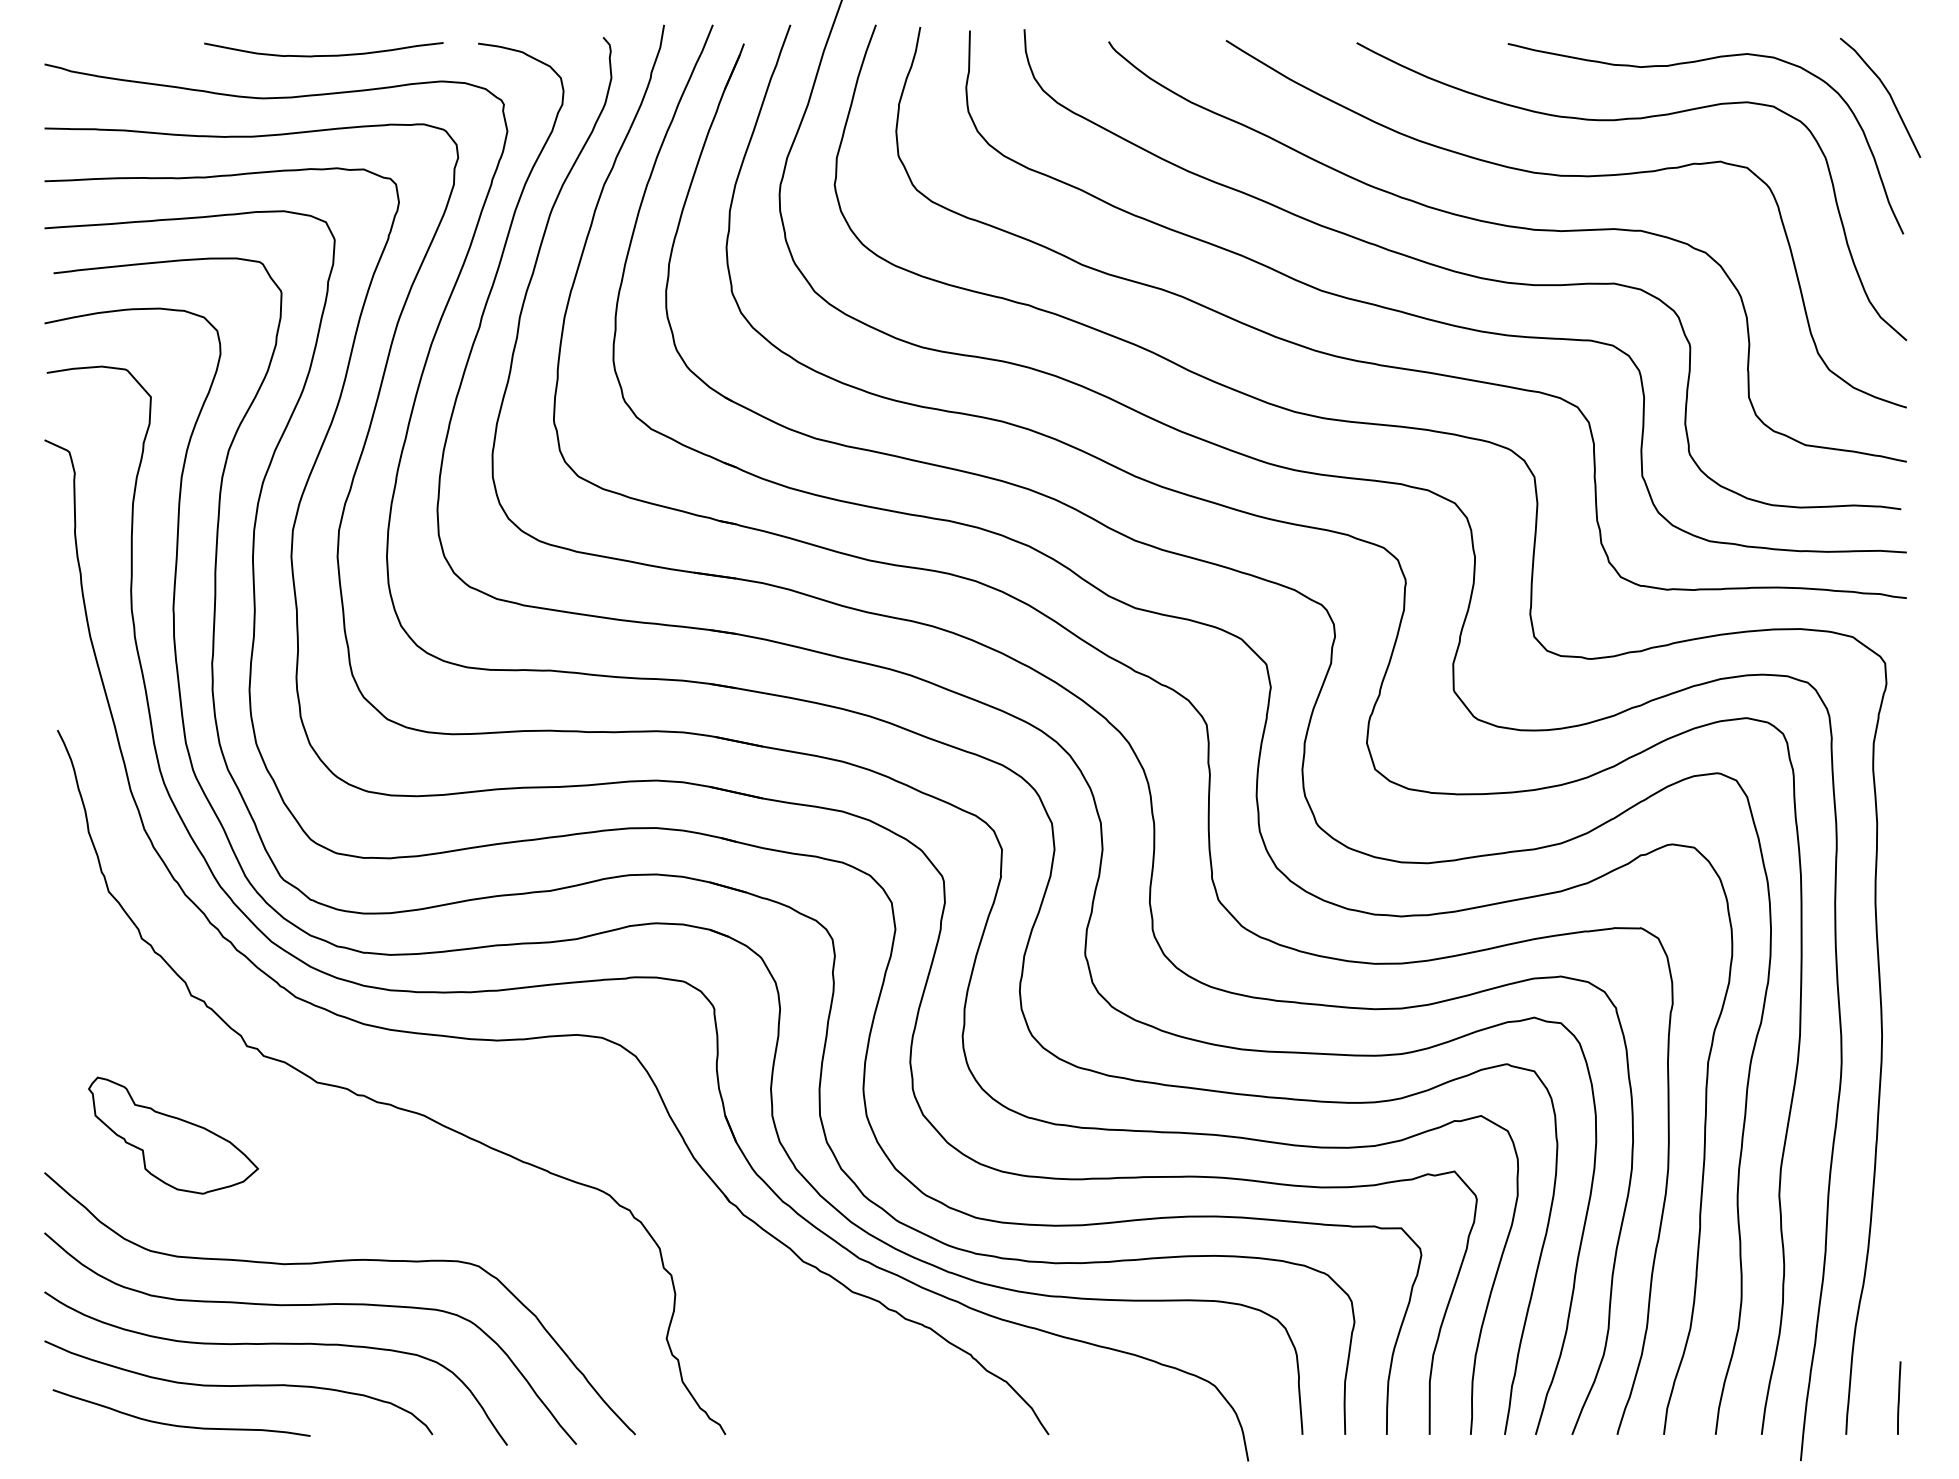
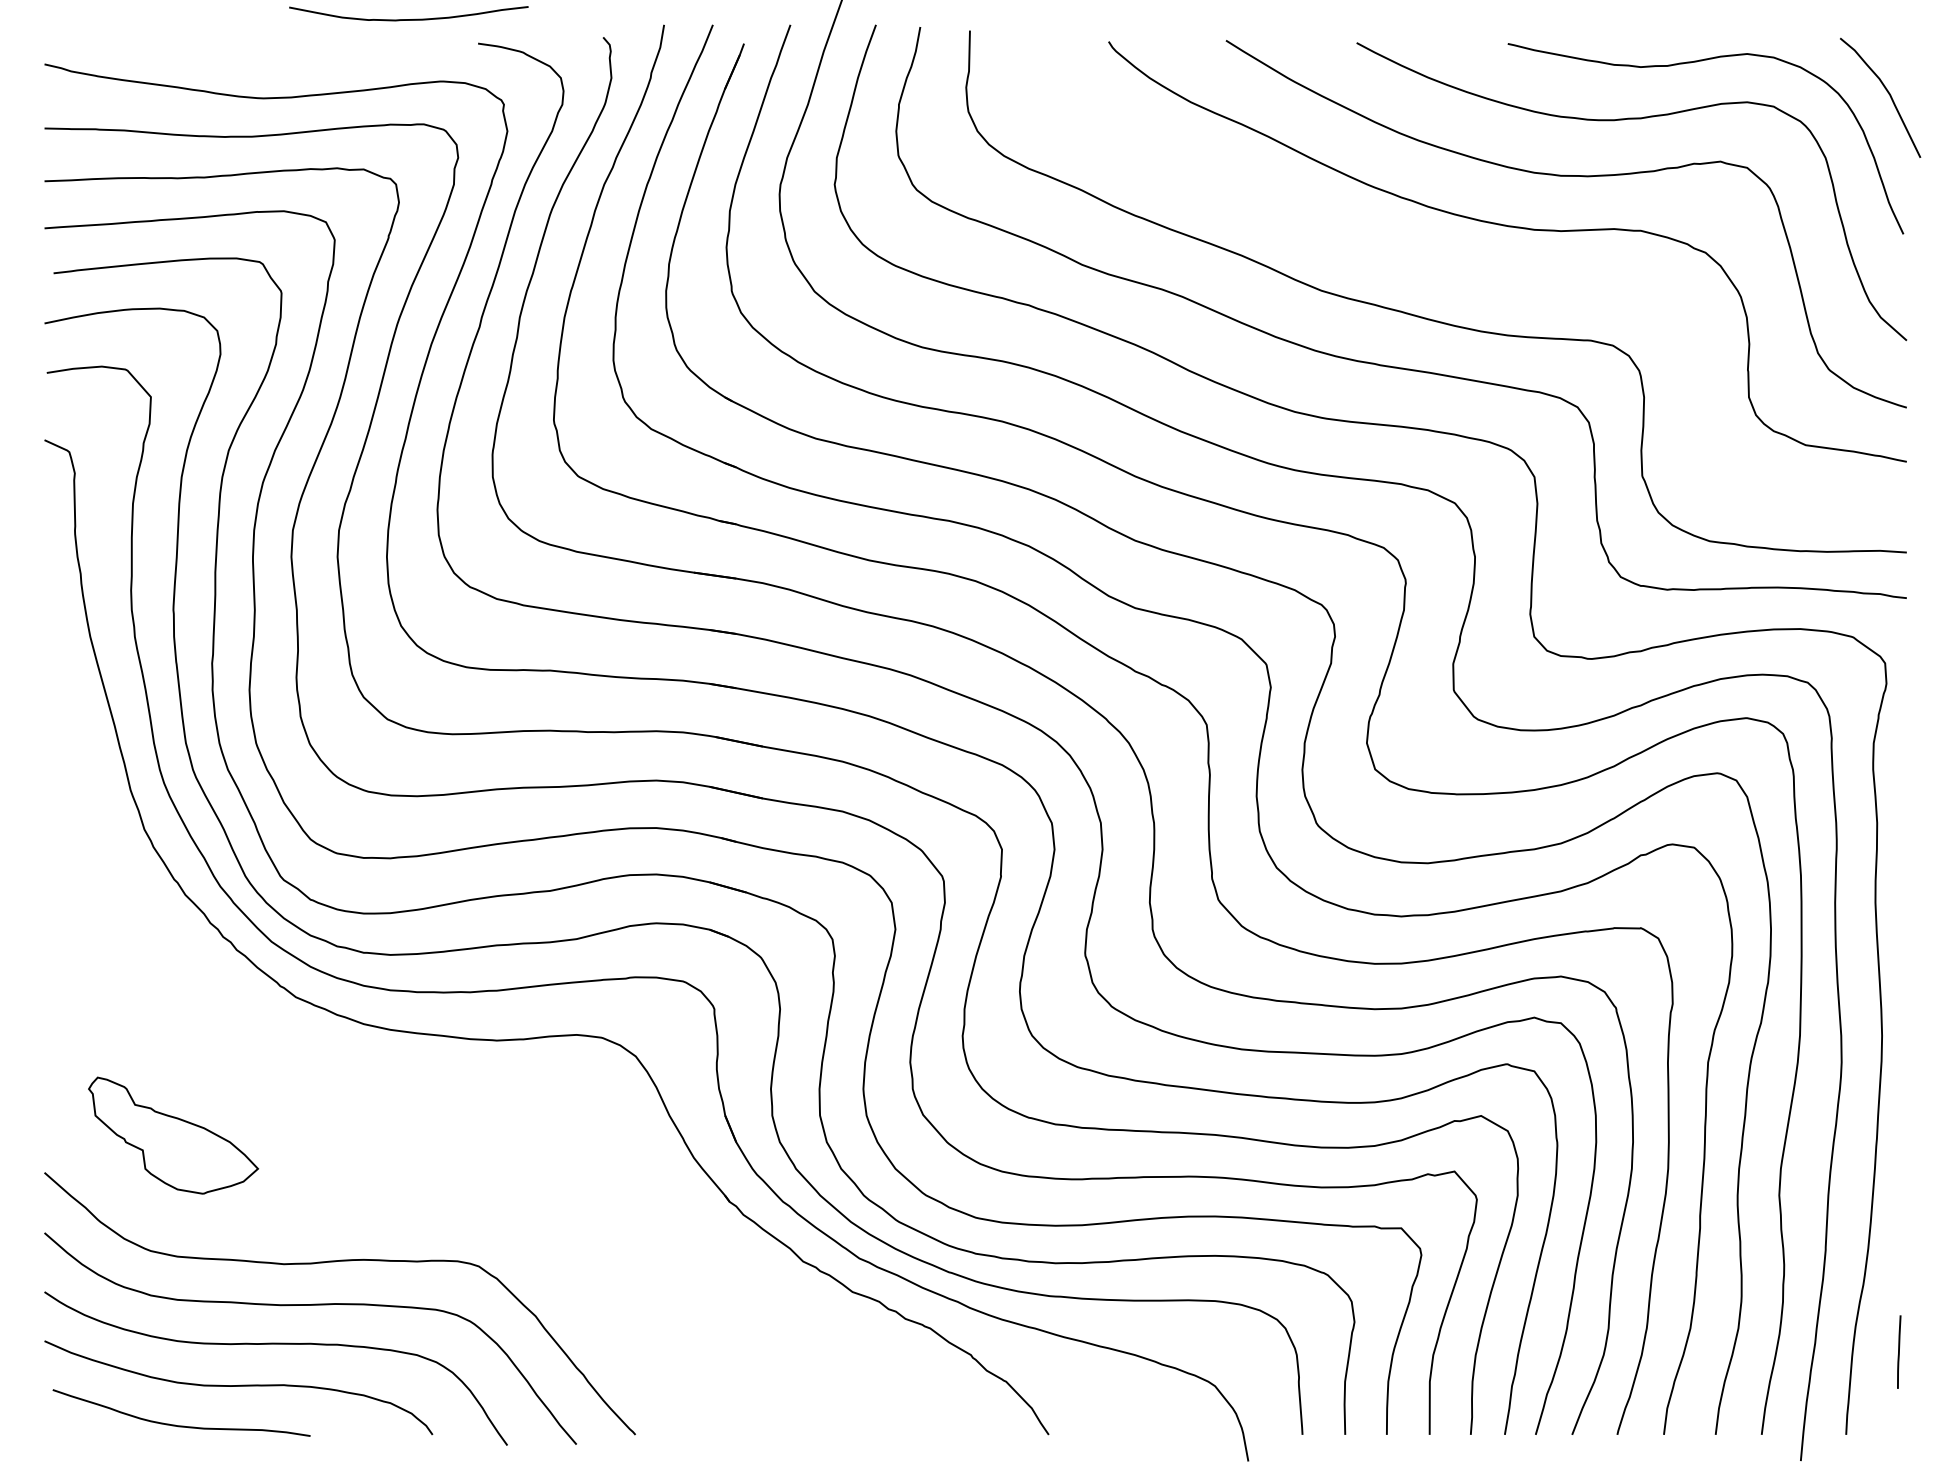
curve at (323, 55) position: (323, 55) -> (408, 19)
curve at (1462, 272): present -> none
curve at (385, 1102): present -> none
line at (1899, 1397) position: (1899, 1397) -> (1899, 1351)
